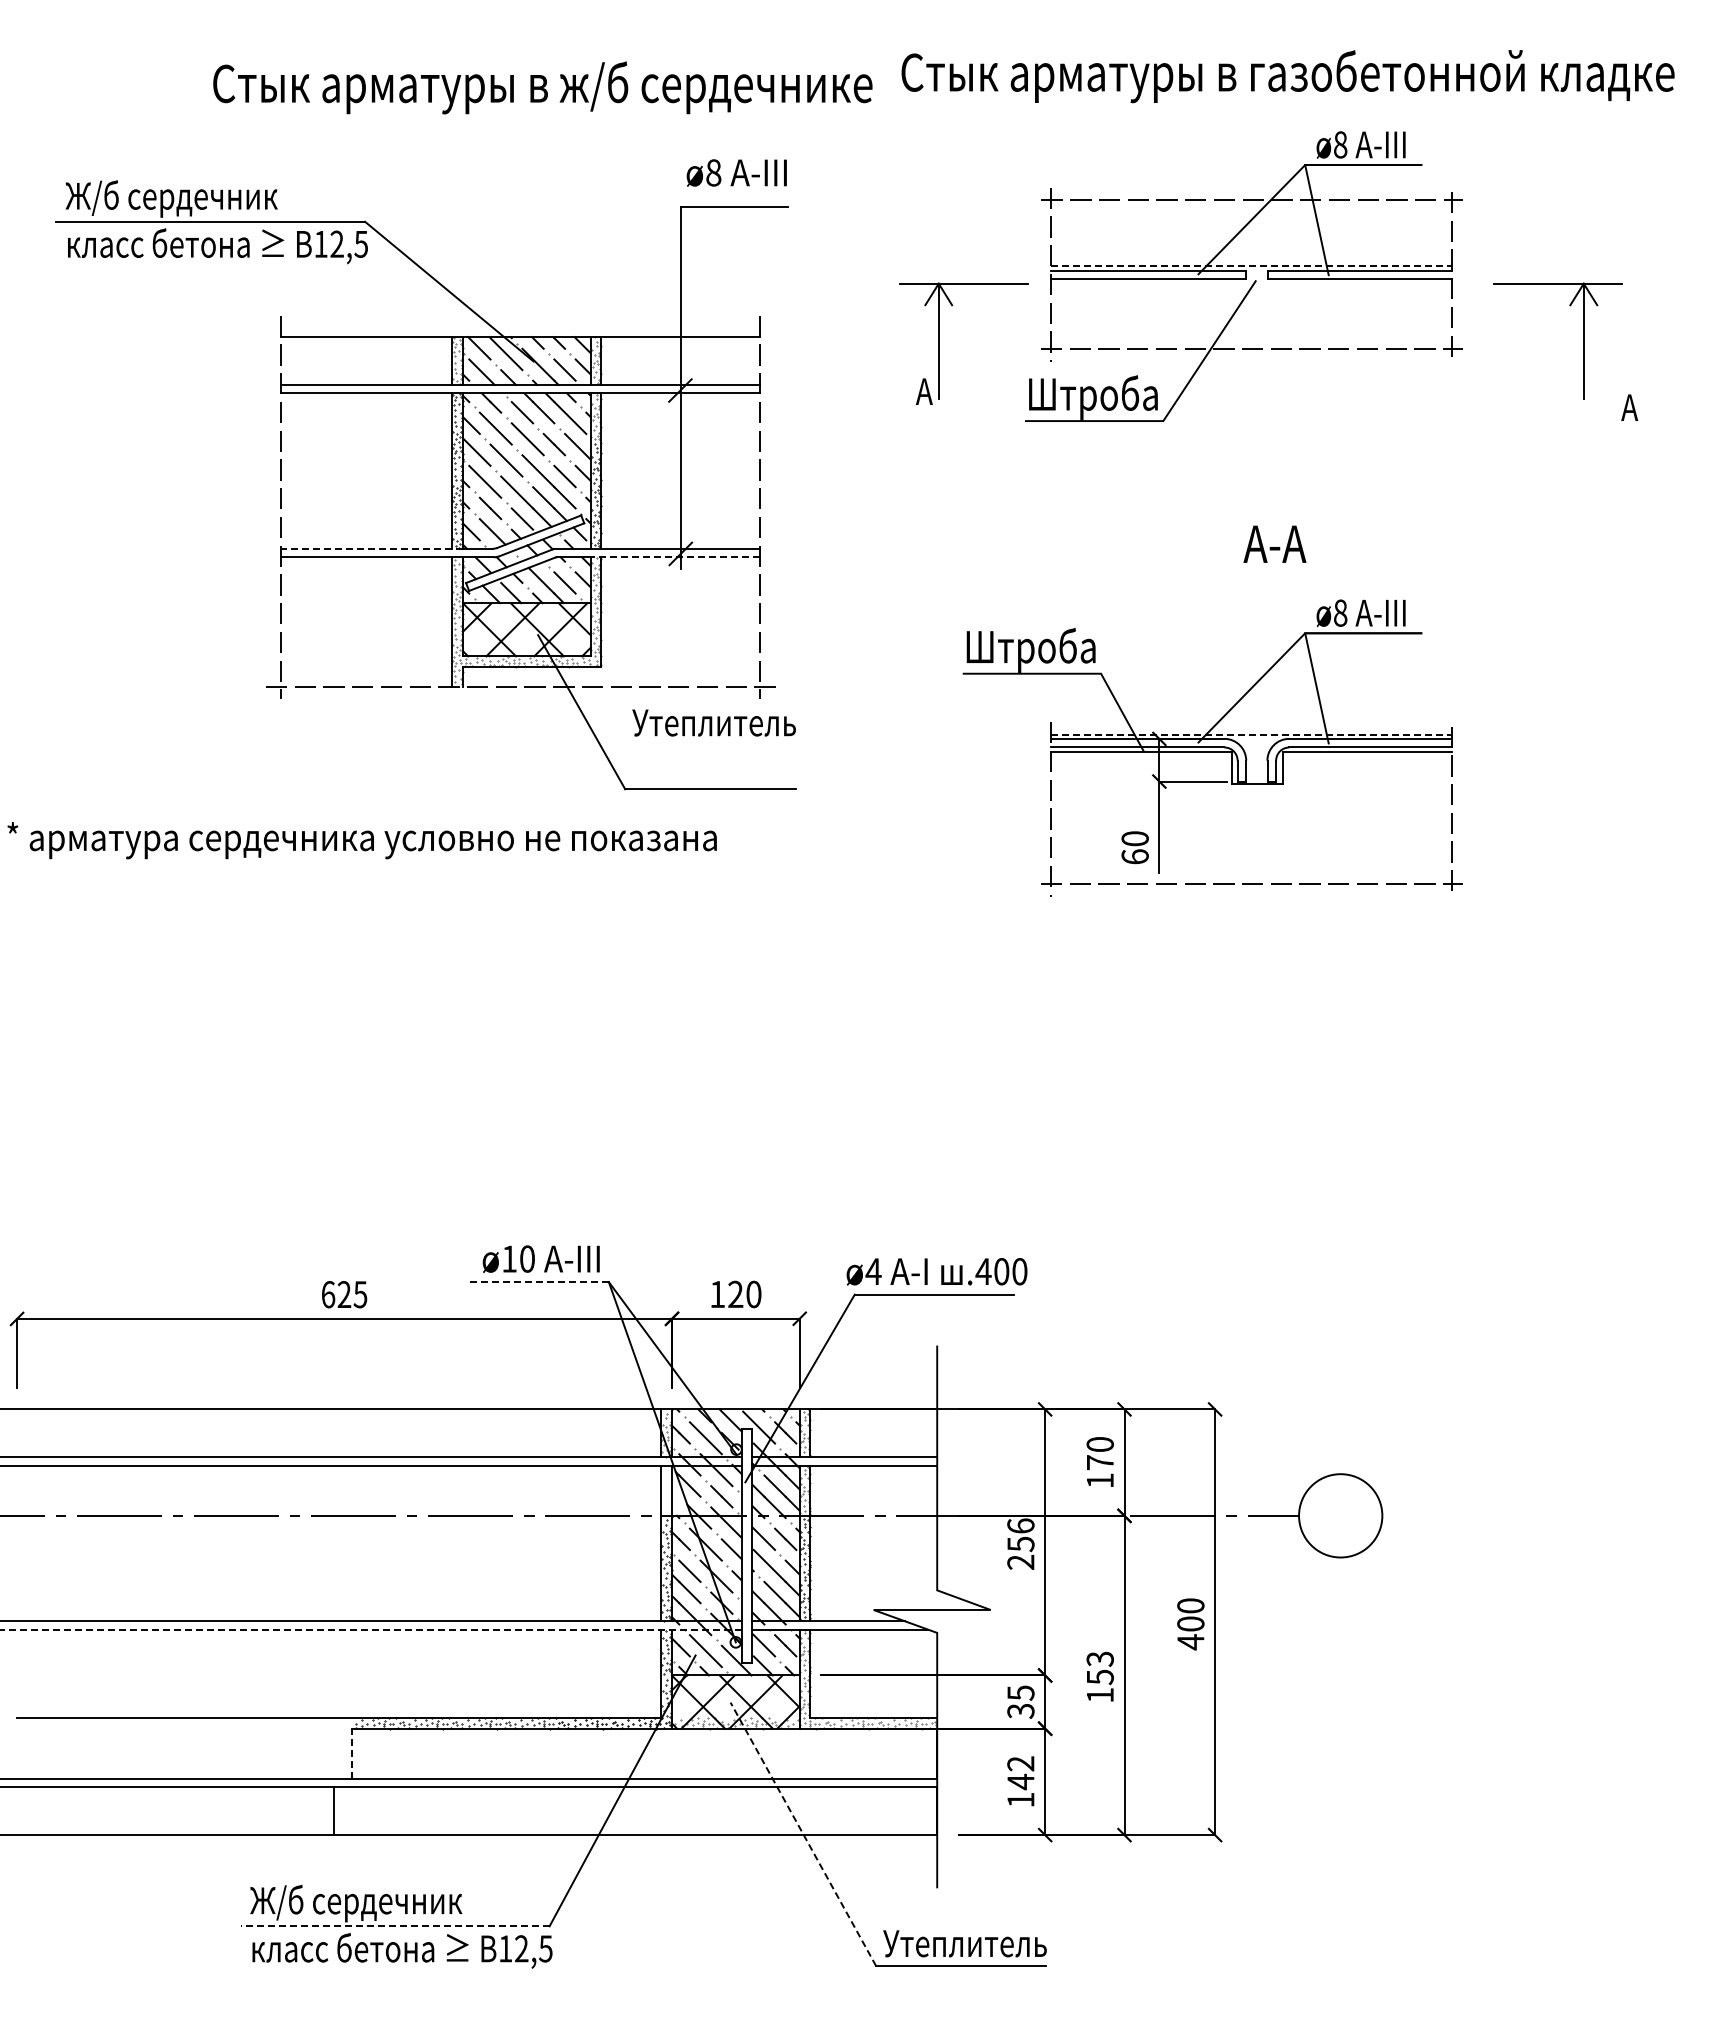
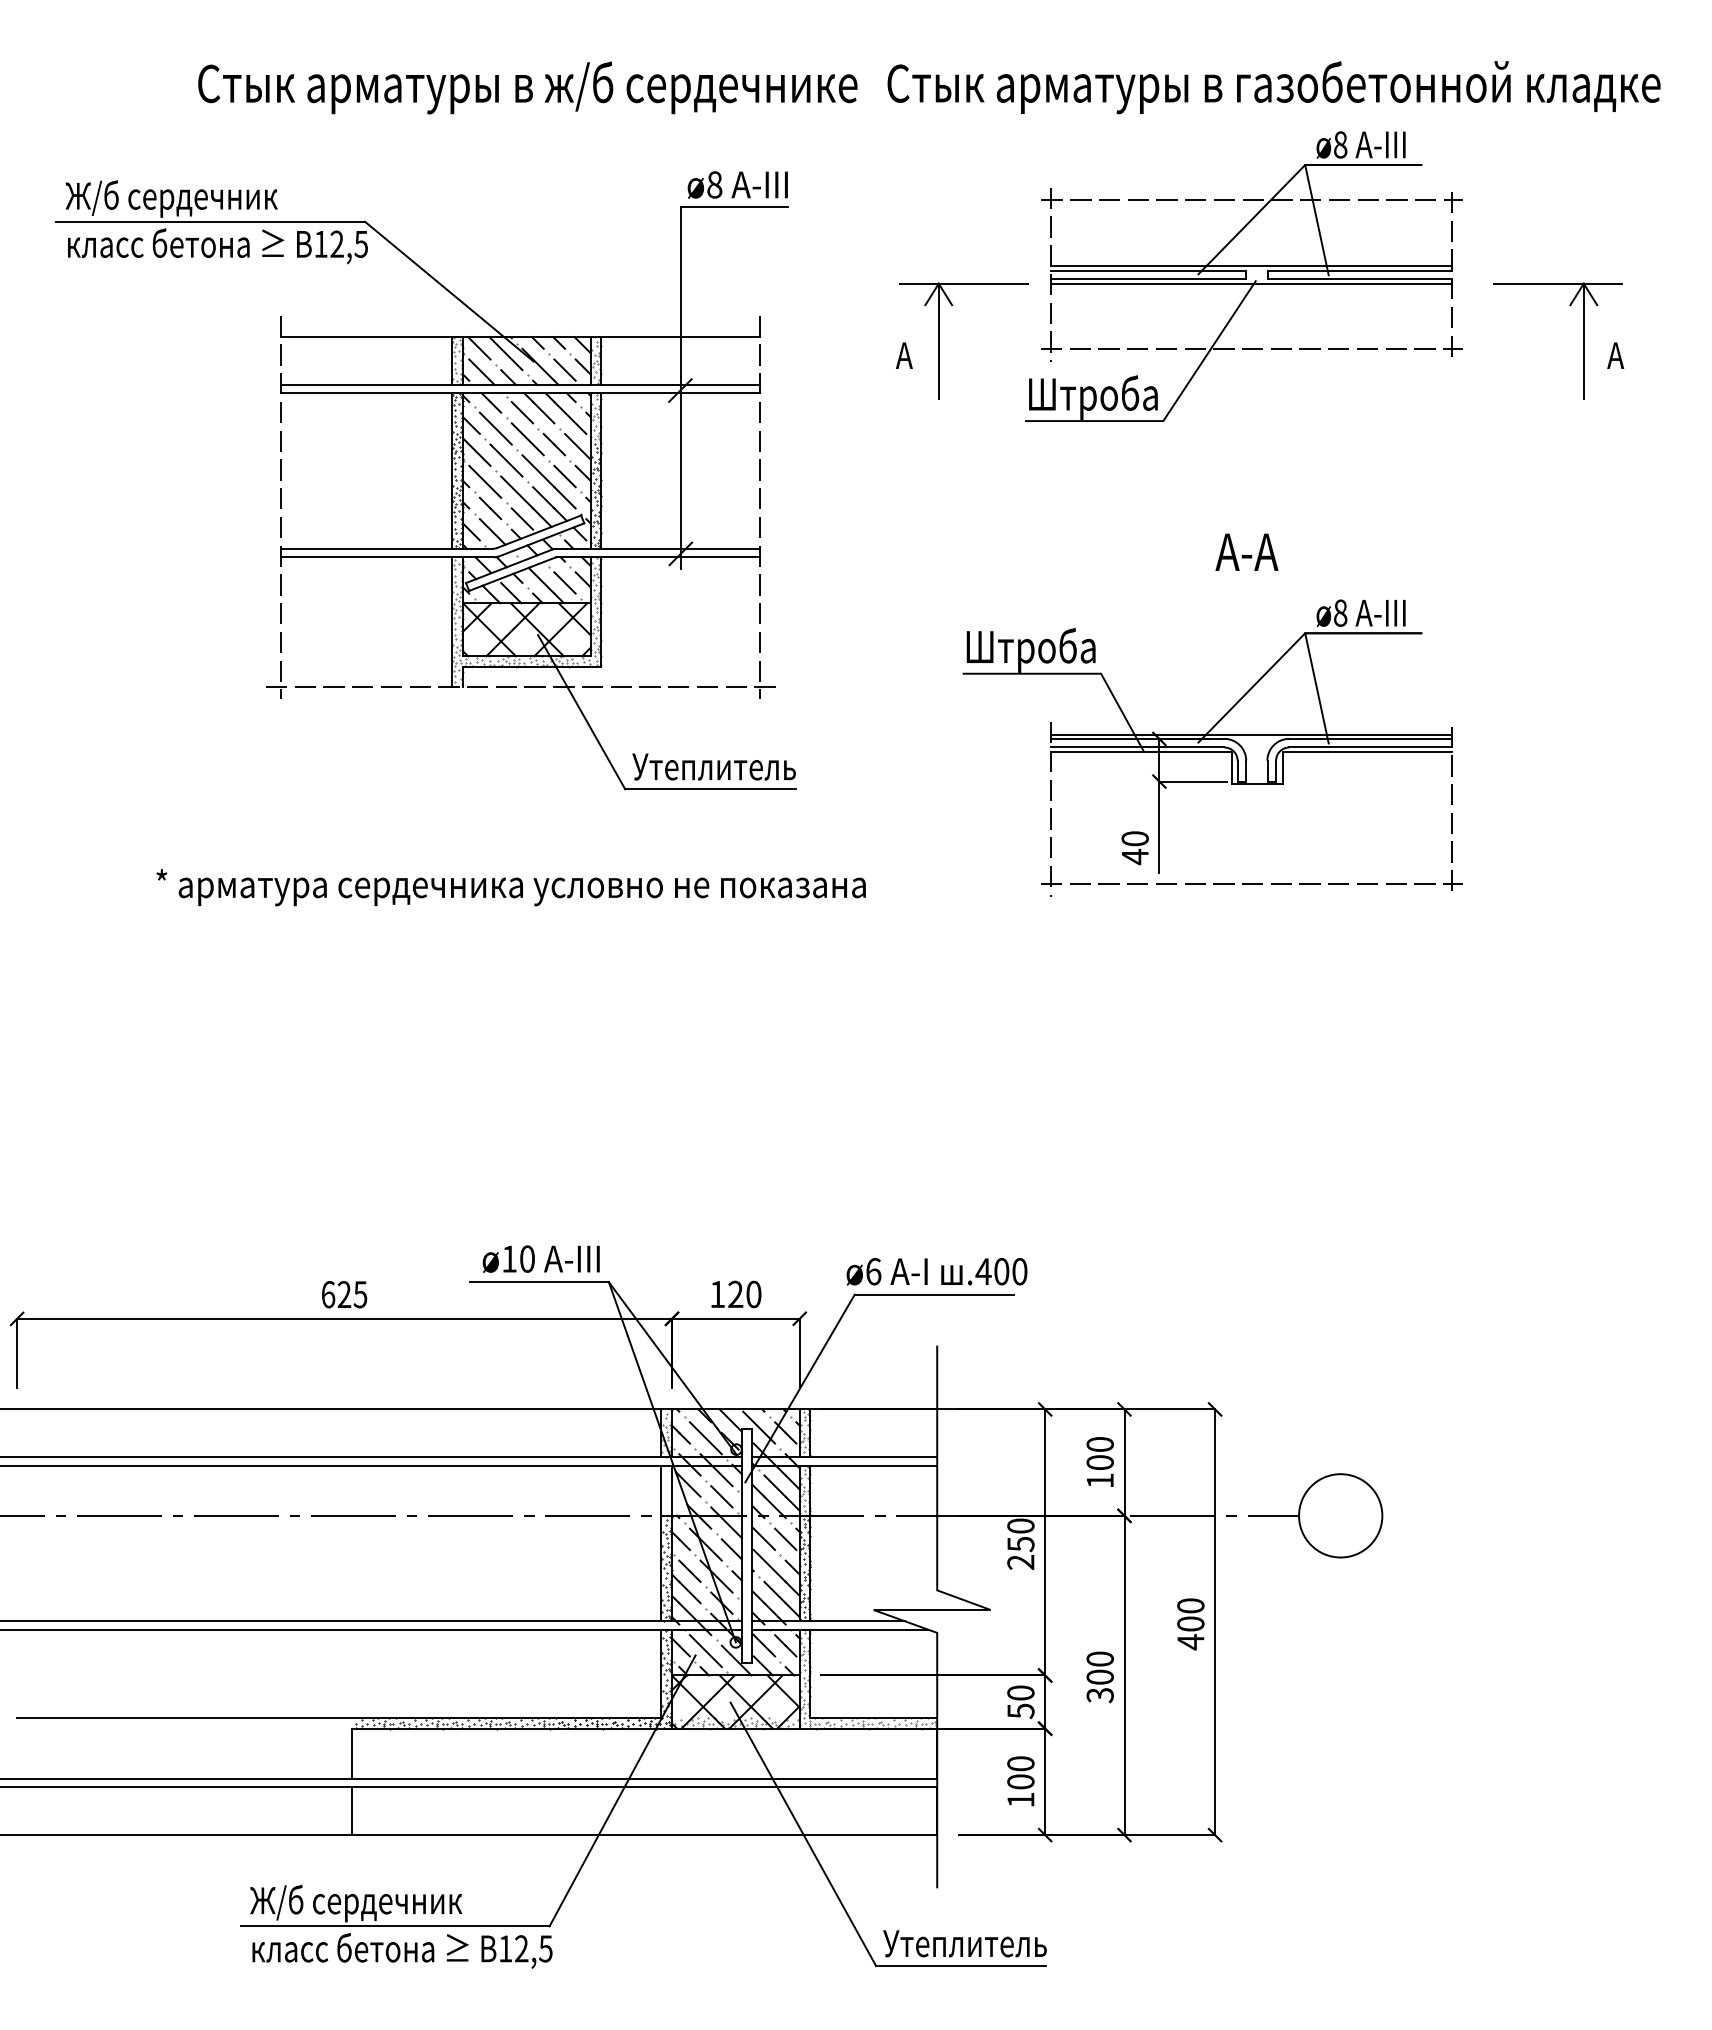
text at (1287, 76) position: (1287, 76) -> (1273, 87)
text at (542, 87) position: (542, 87) -> (527, 87)
text at (736, 172) position: (736, 172) -> (737, 184)
line at (1252, 266): dashed -> solid
line at (1251, 283): none -> present
text at (924, 391) position: (924, 391) -> (904, 355)
text at (1629, 407) position: (1629, 407) -> (1615, 355)
text at (1274, 543) position: (1274, 543) -> (1246, 551)
line at (372, 548): dashed -> solid
line at (675, 557): dashed -> solid
text at (713, 722) position: (713, 722) -> (713, 766)
line at (1252, 734): dashed -> solid
text at (361, 840) position: (361, 840) -> (510, 887)
text at (1134, 856): 60 -> 40
text at (873, 1271): ø4 -> ø6
line at (539, 1282): dashed -> solid
text at (1099, 1462): 170 -> 100
text at (1020, 1525): 256 -> 250
line at (370, 1629): dashed -> solid
text at (1099, 1677): 153 -> 300
text at (1020, 1701): 35 -> 50
line at (352, 1753): dashed -> solid
text at (1020, 1773): 142 -> 100
line at (334, 1811) position: (334, 1811) -> (352, 1811)
line at (803, 1833): dashed -> solid
line at (394, 1926): dashed -> solid
